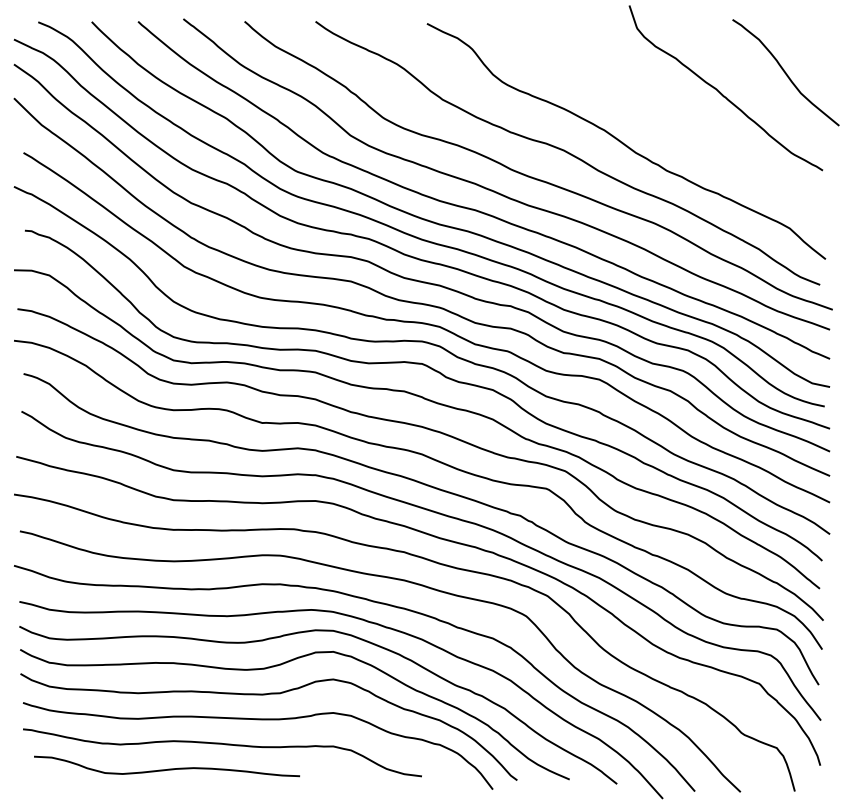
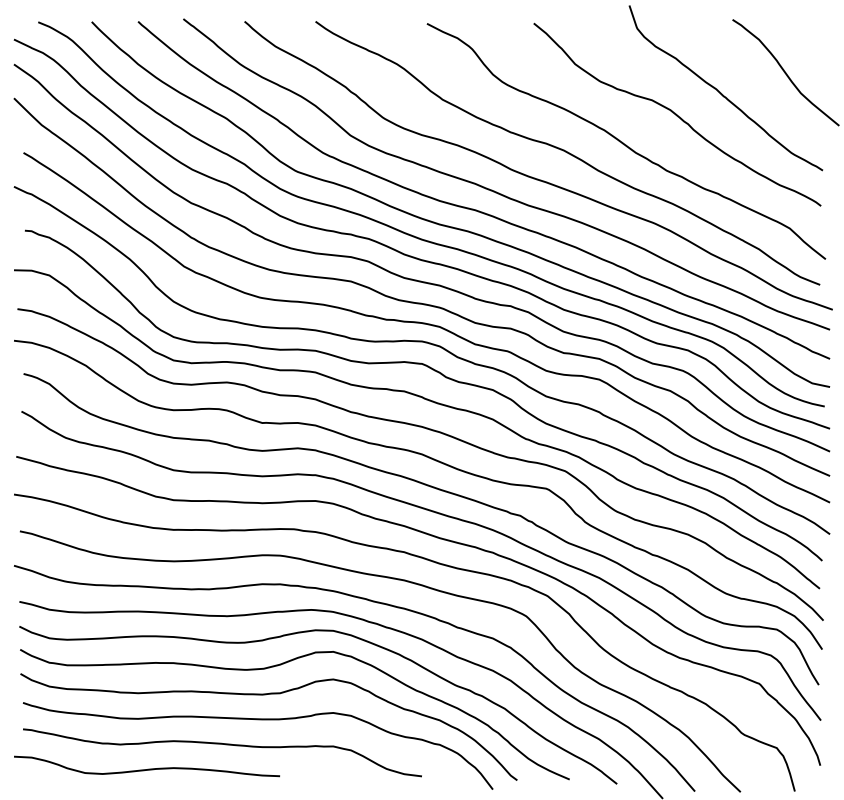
curve at (677, 114): none -> present
curve at (168, 768) position: (168, 768) -> (148, 768)
